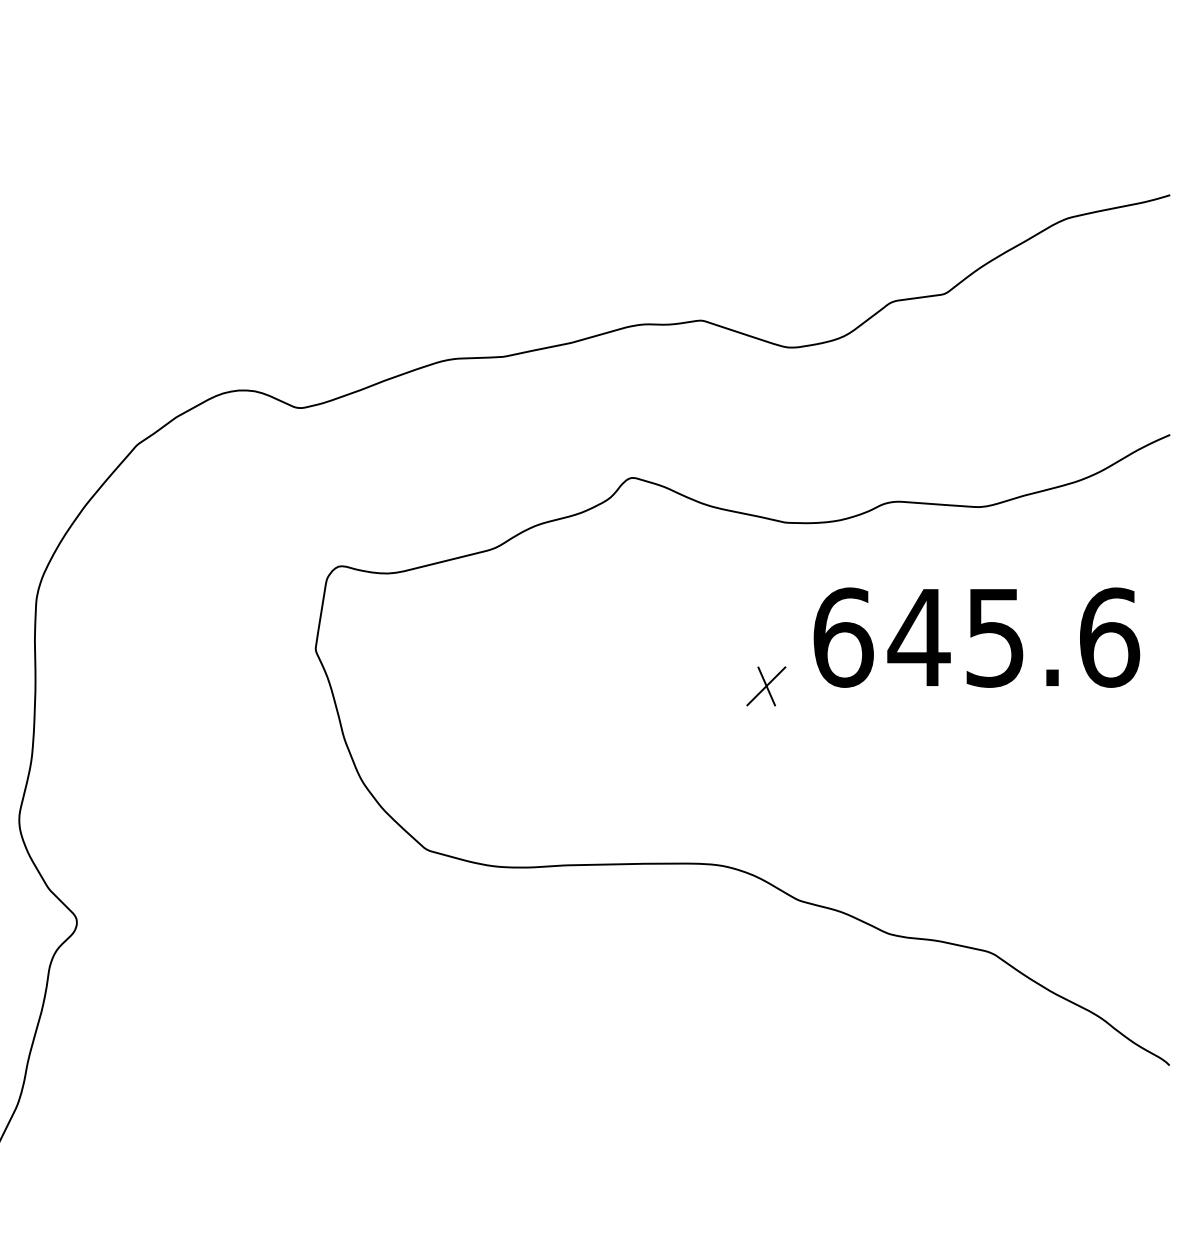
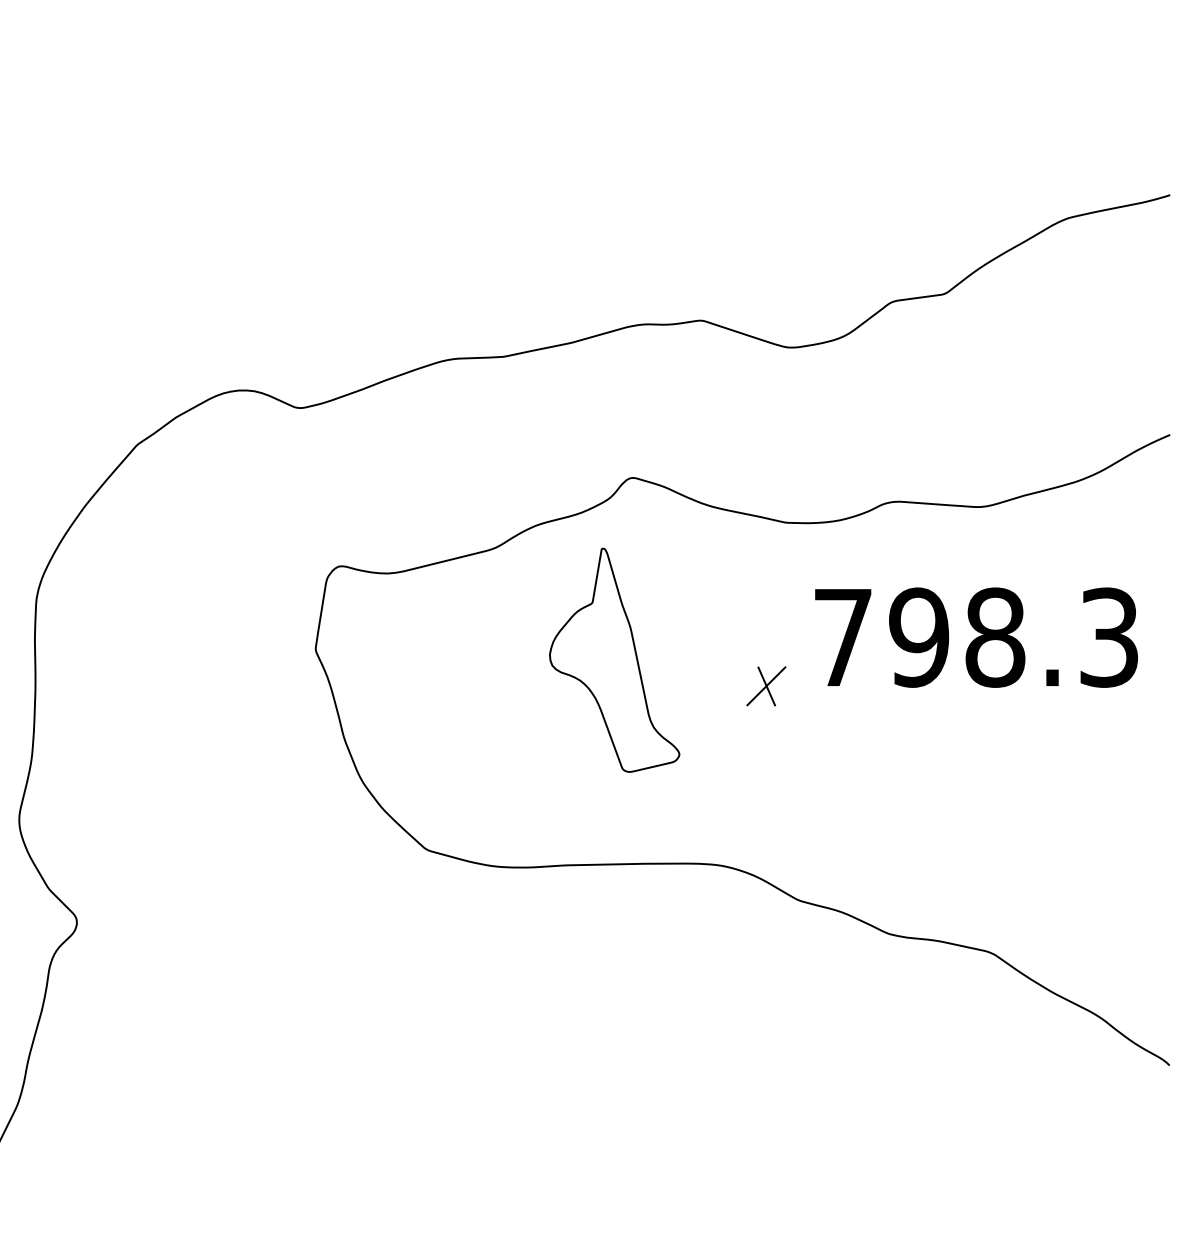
text at (976, 637): 645.6 -> 798.3
part at (614, 659): none -> present
